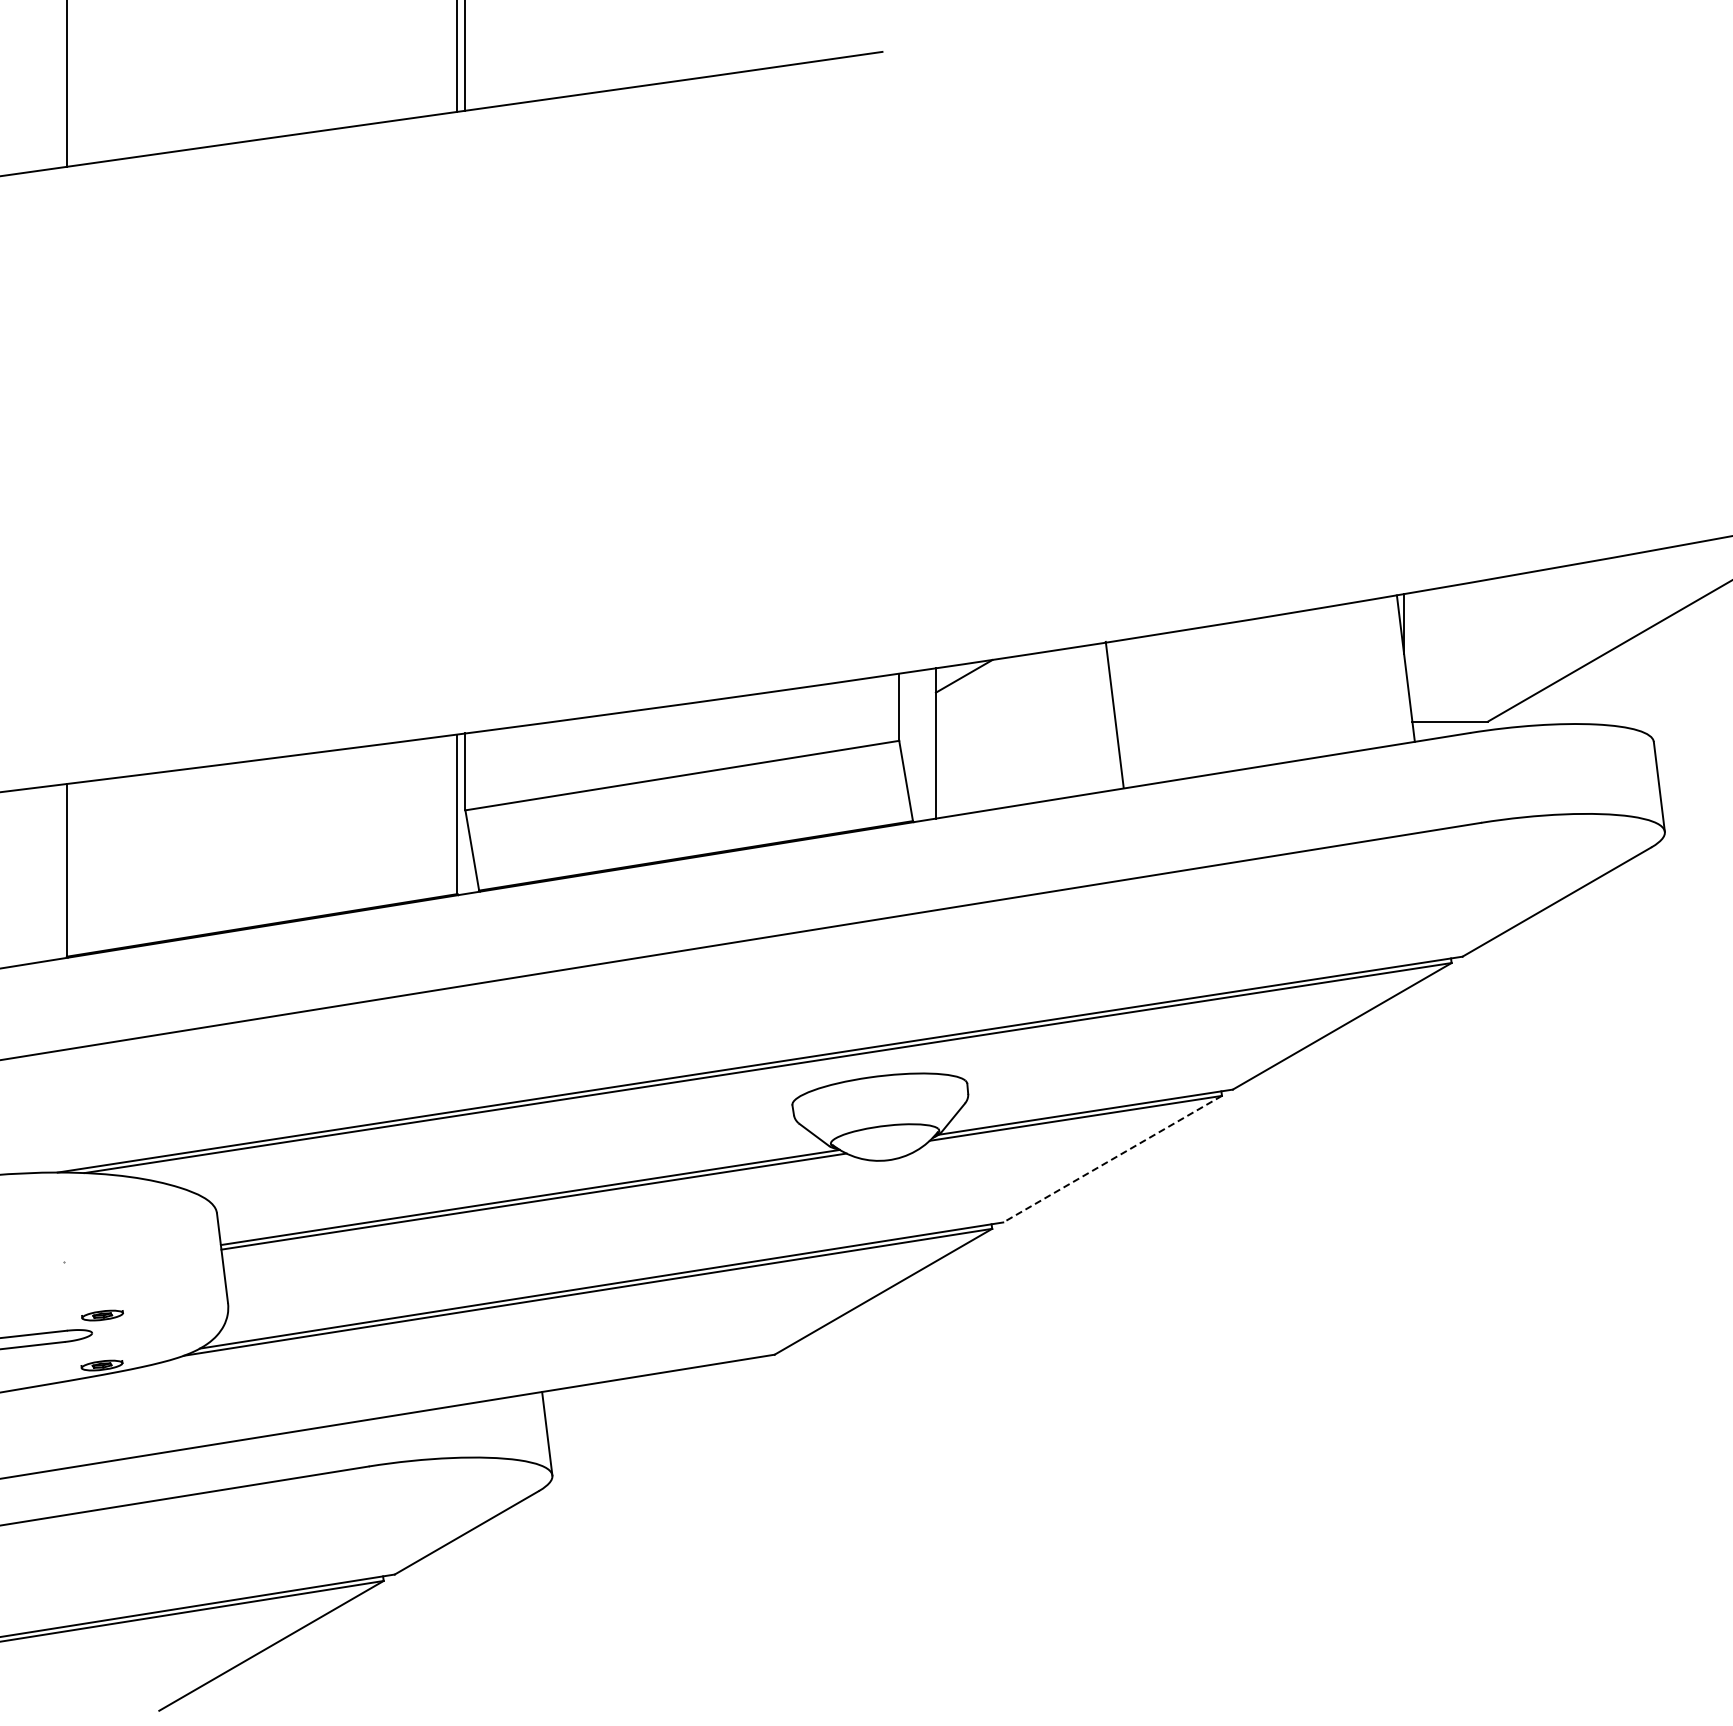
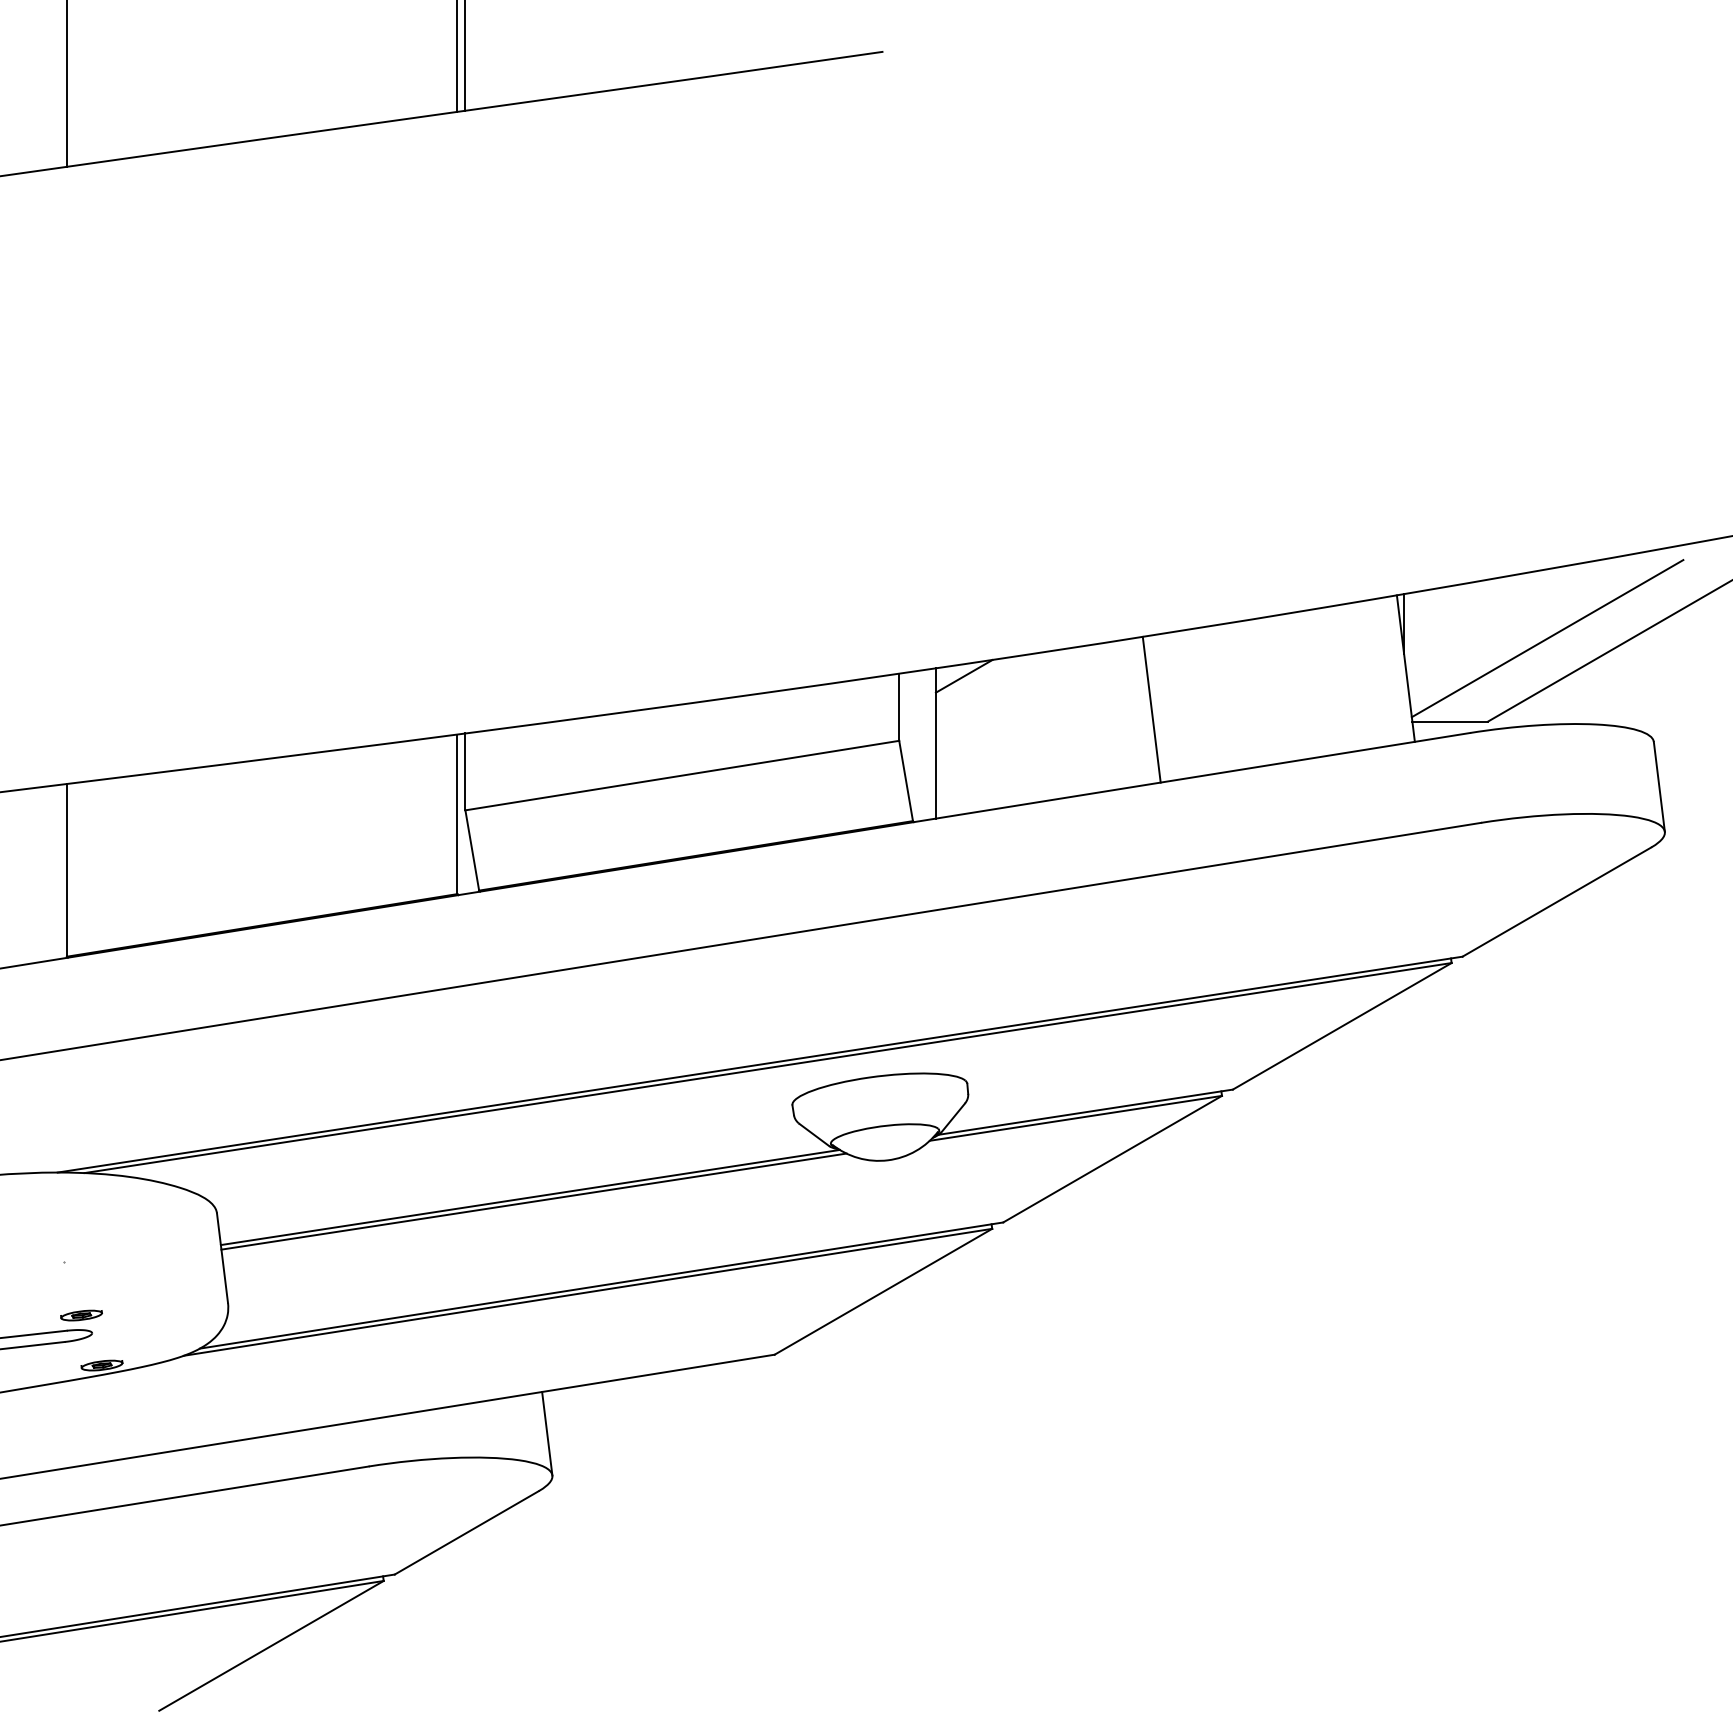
line at (1547, 638): none -> present
line at (1114, 714) position: (1114, 714) -> (1151, 709)
line at (1112, 1159): dashed -> solid
part at (102, 1315) position: (102, 1315) -> (81, 1315)
